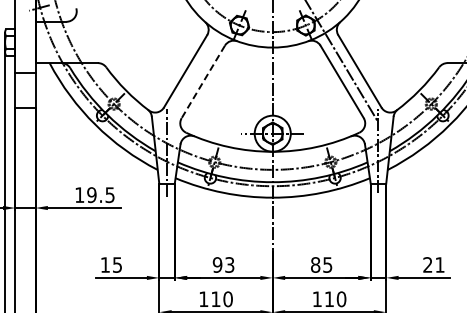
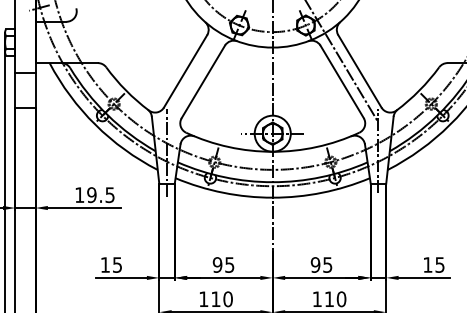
line at (203, 82): dashed -> solid
text at (229, 264): 93 -> 95
text at (315, 264): 85 -> 95
text at (433, 264): 21 -> 15
